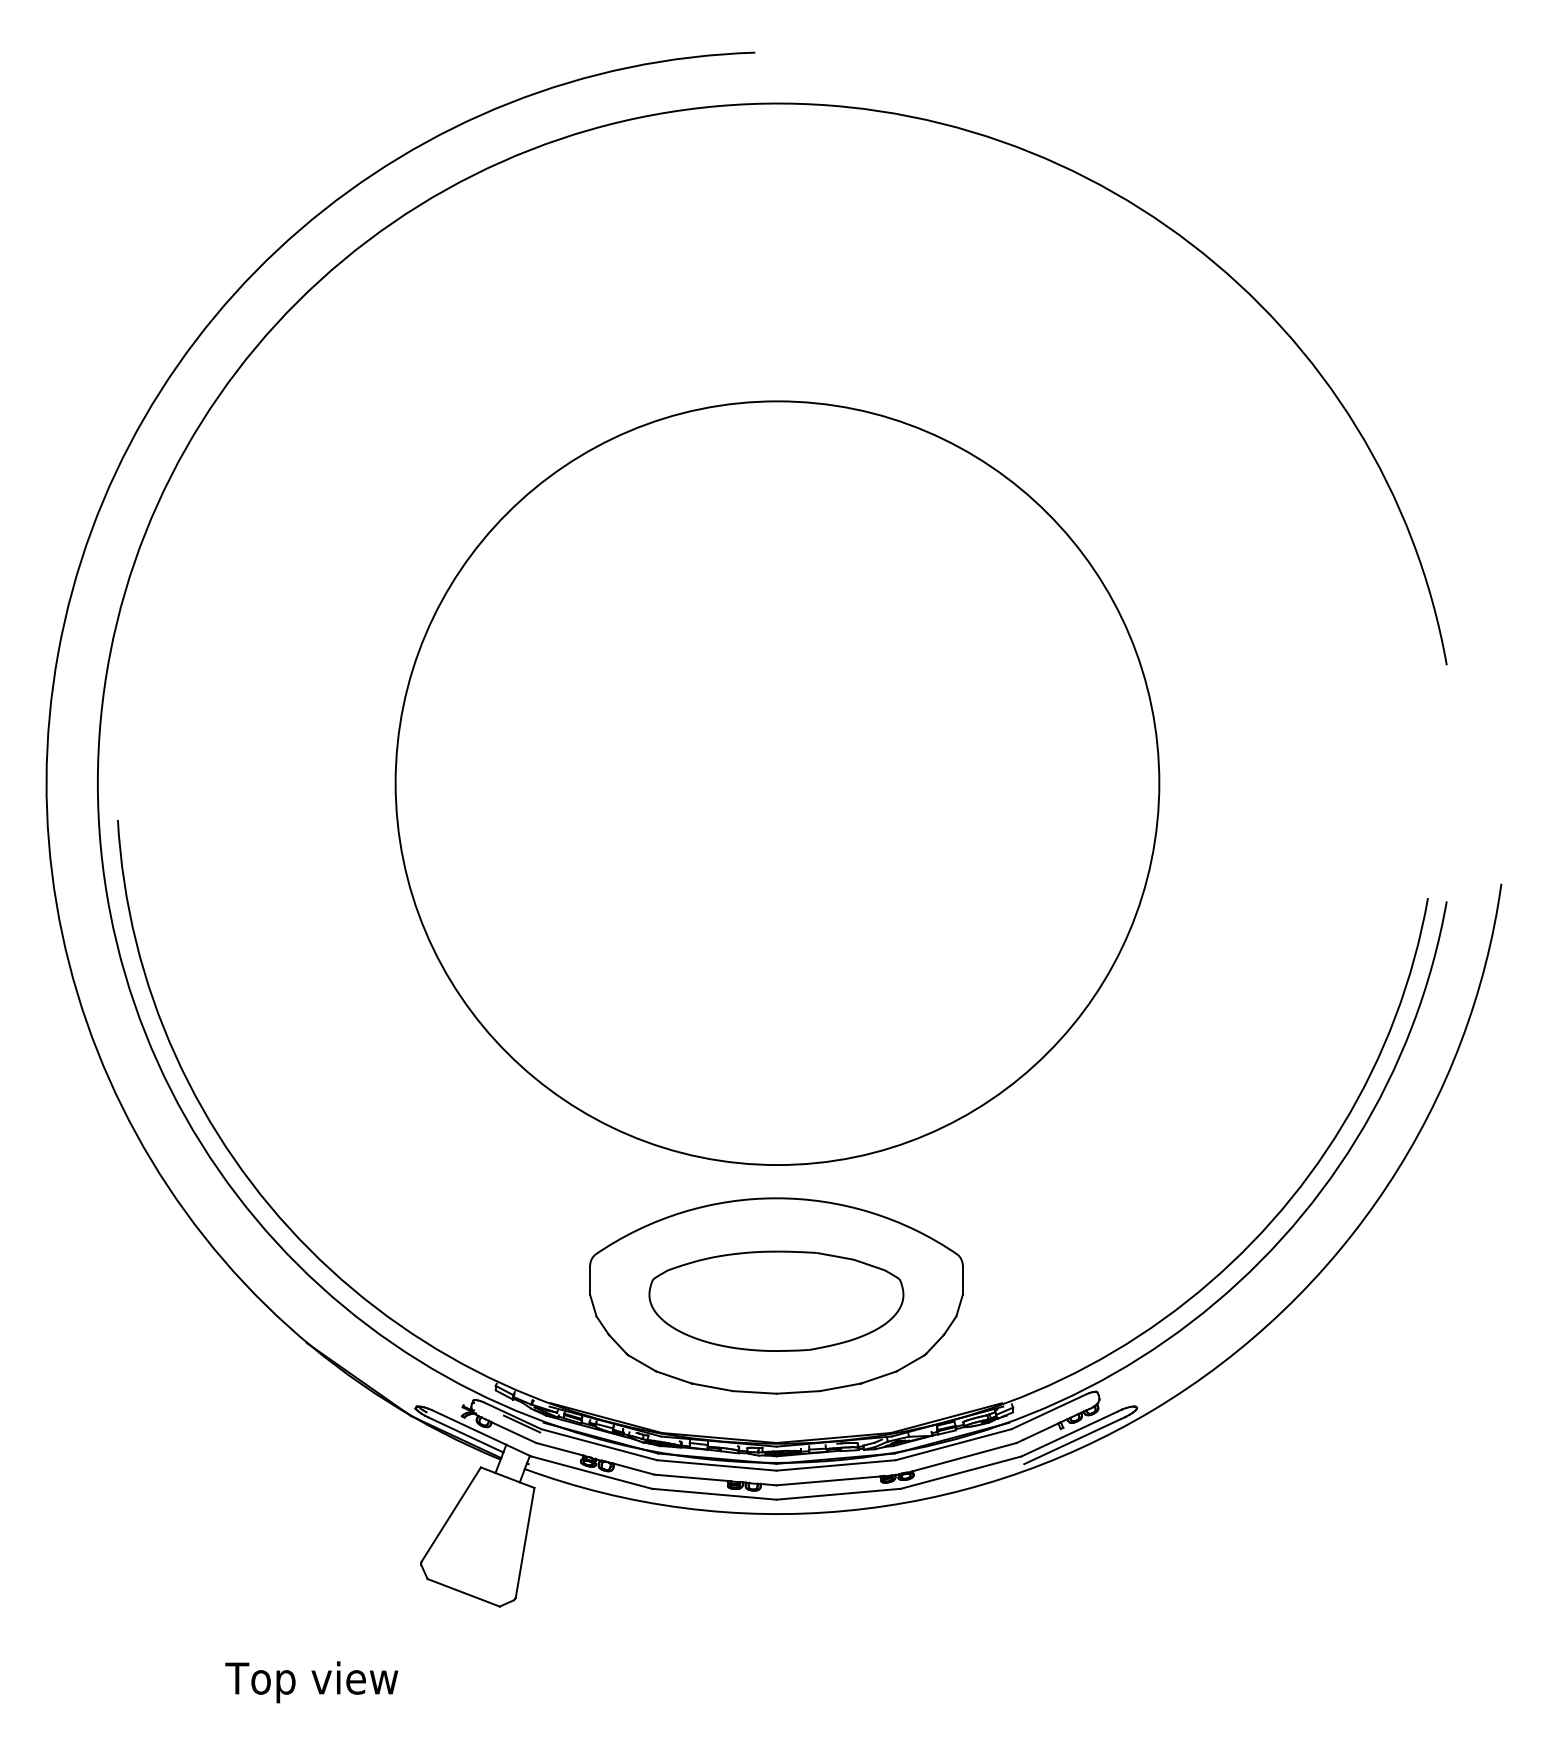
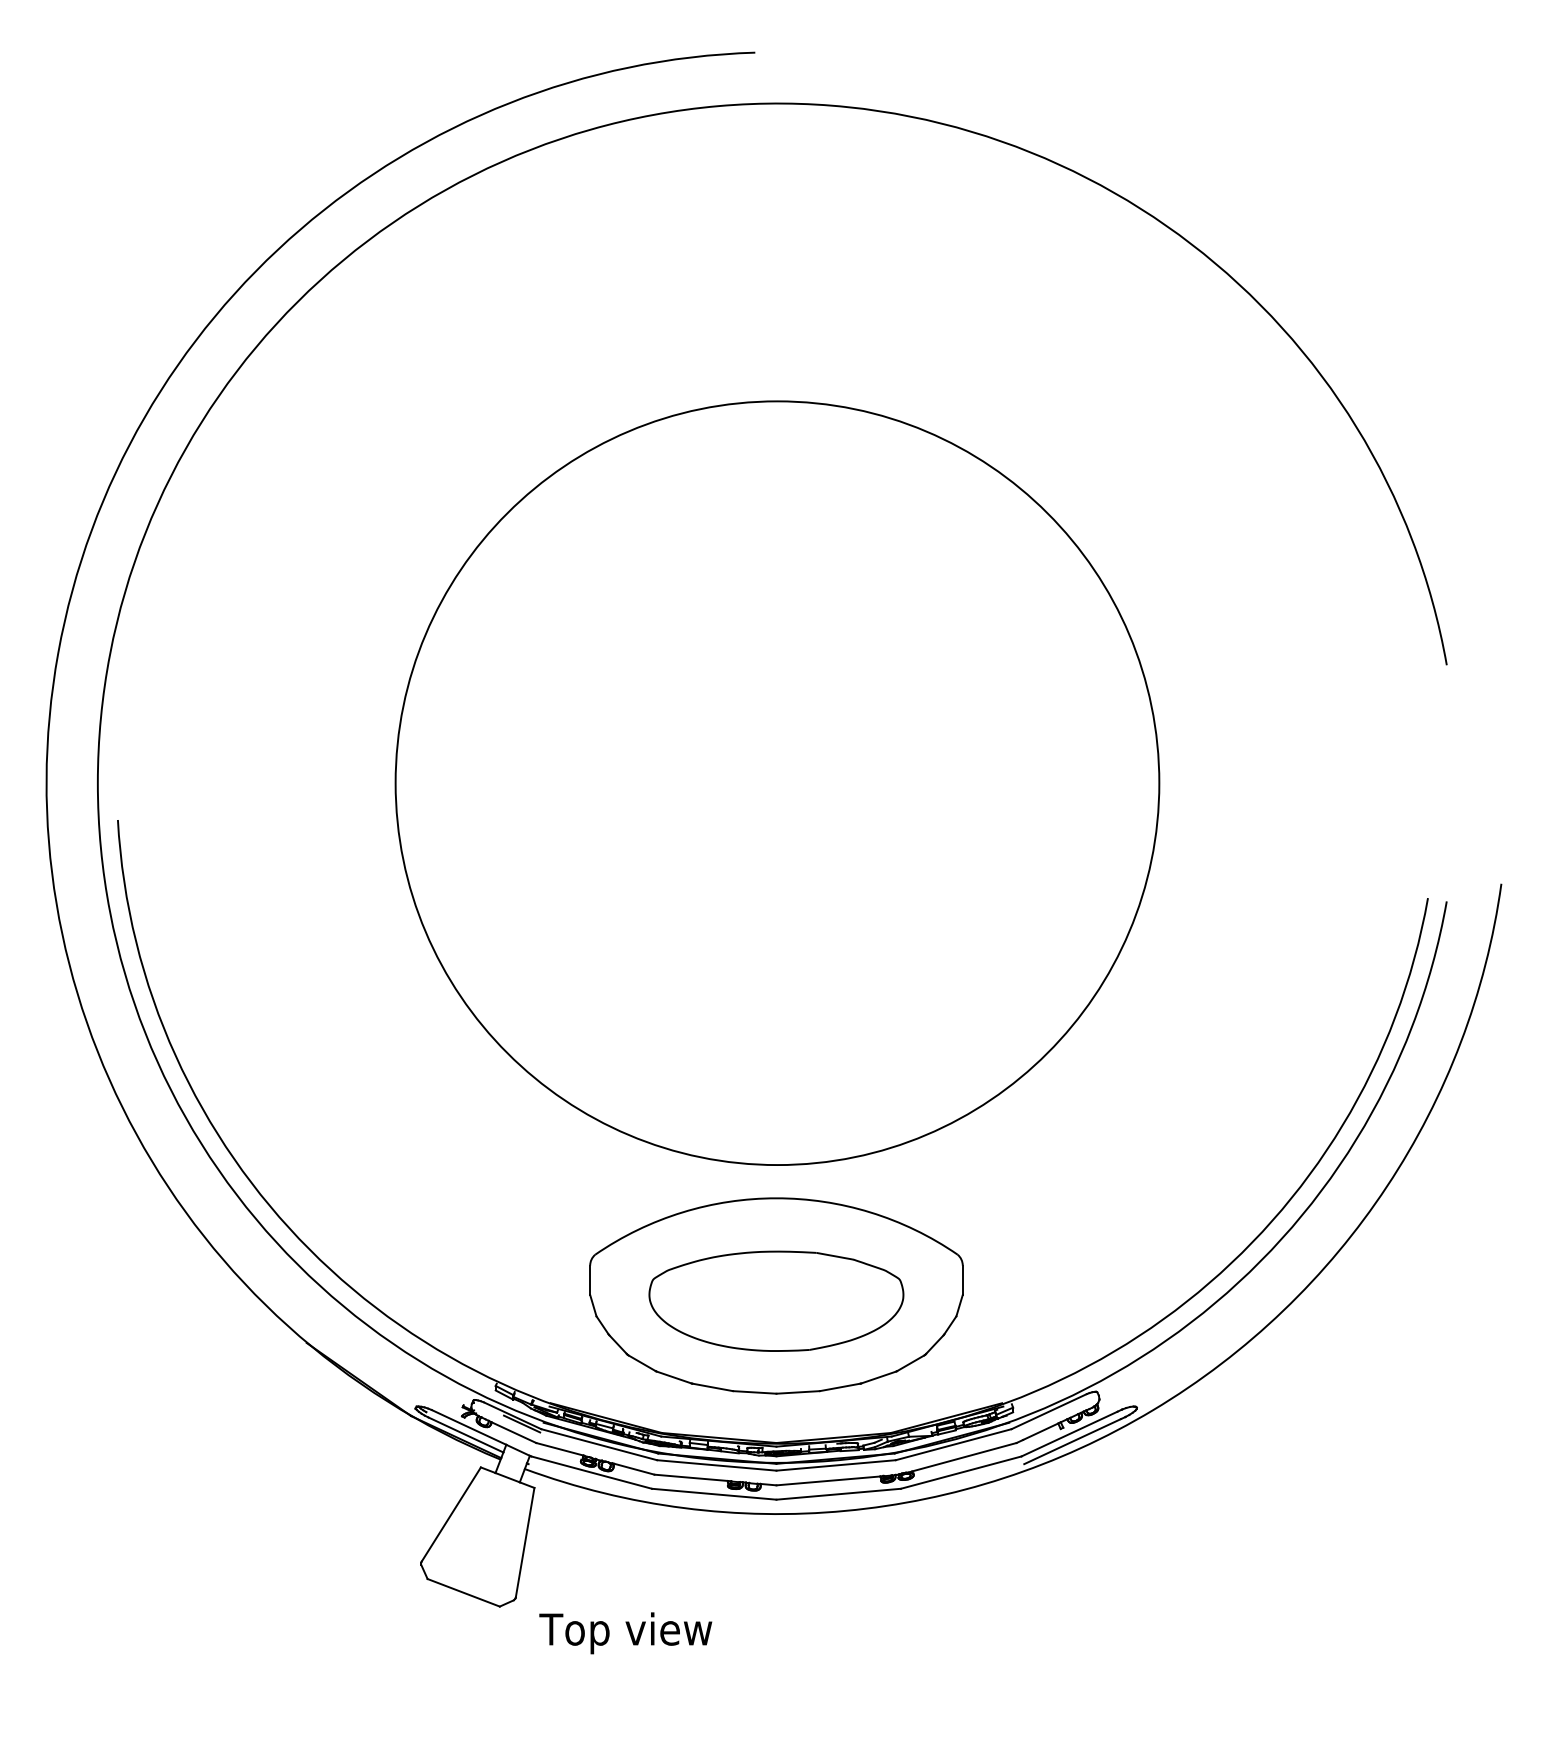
text at (311, 1682) position: (311, 1682) -> (625, 1633)
